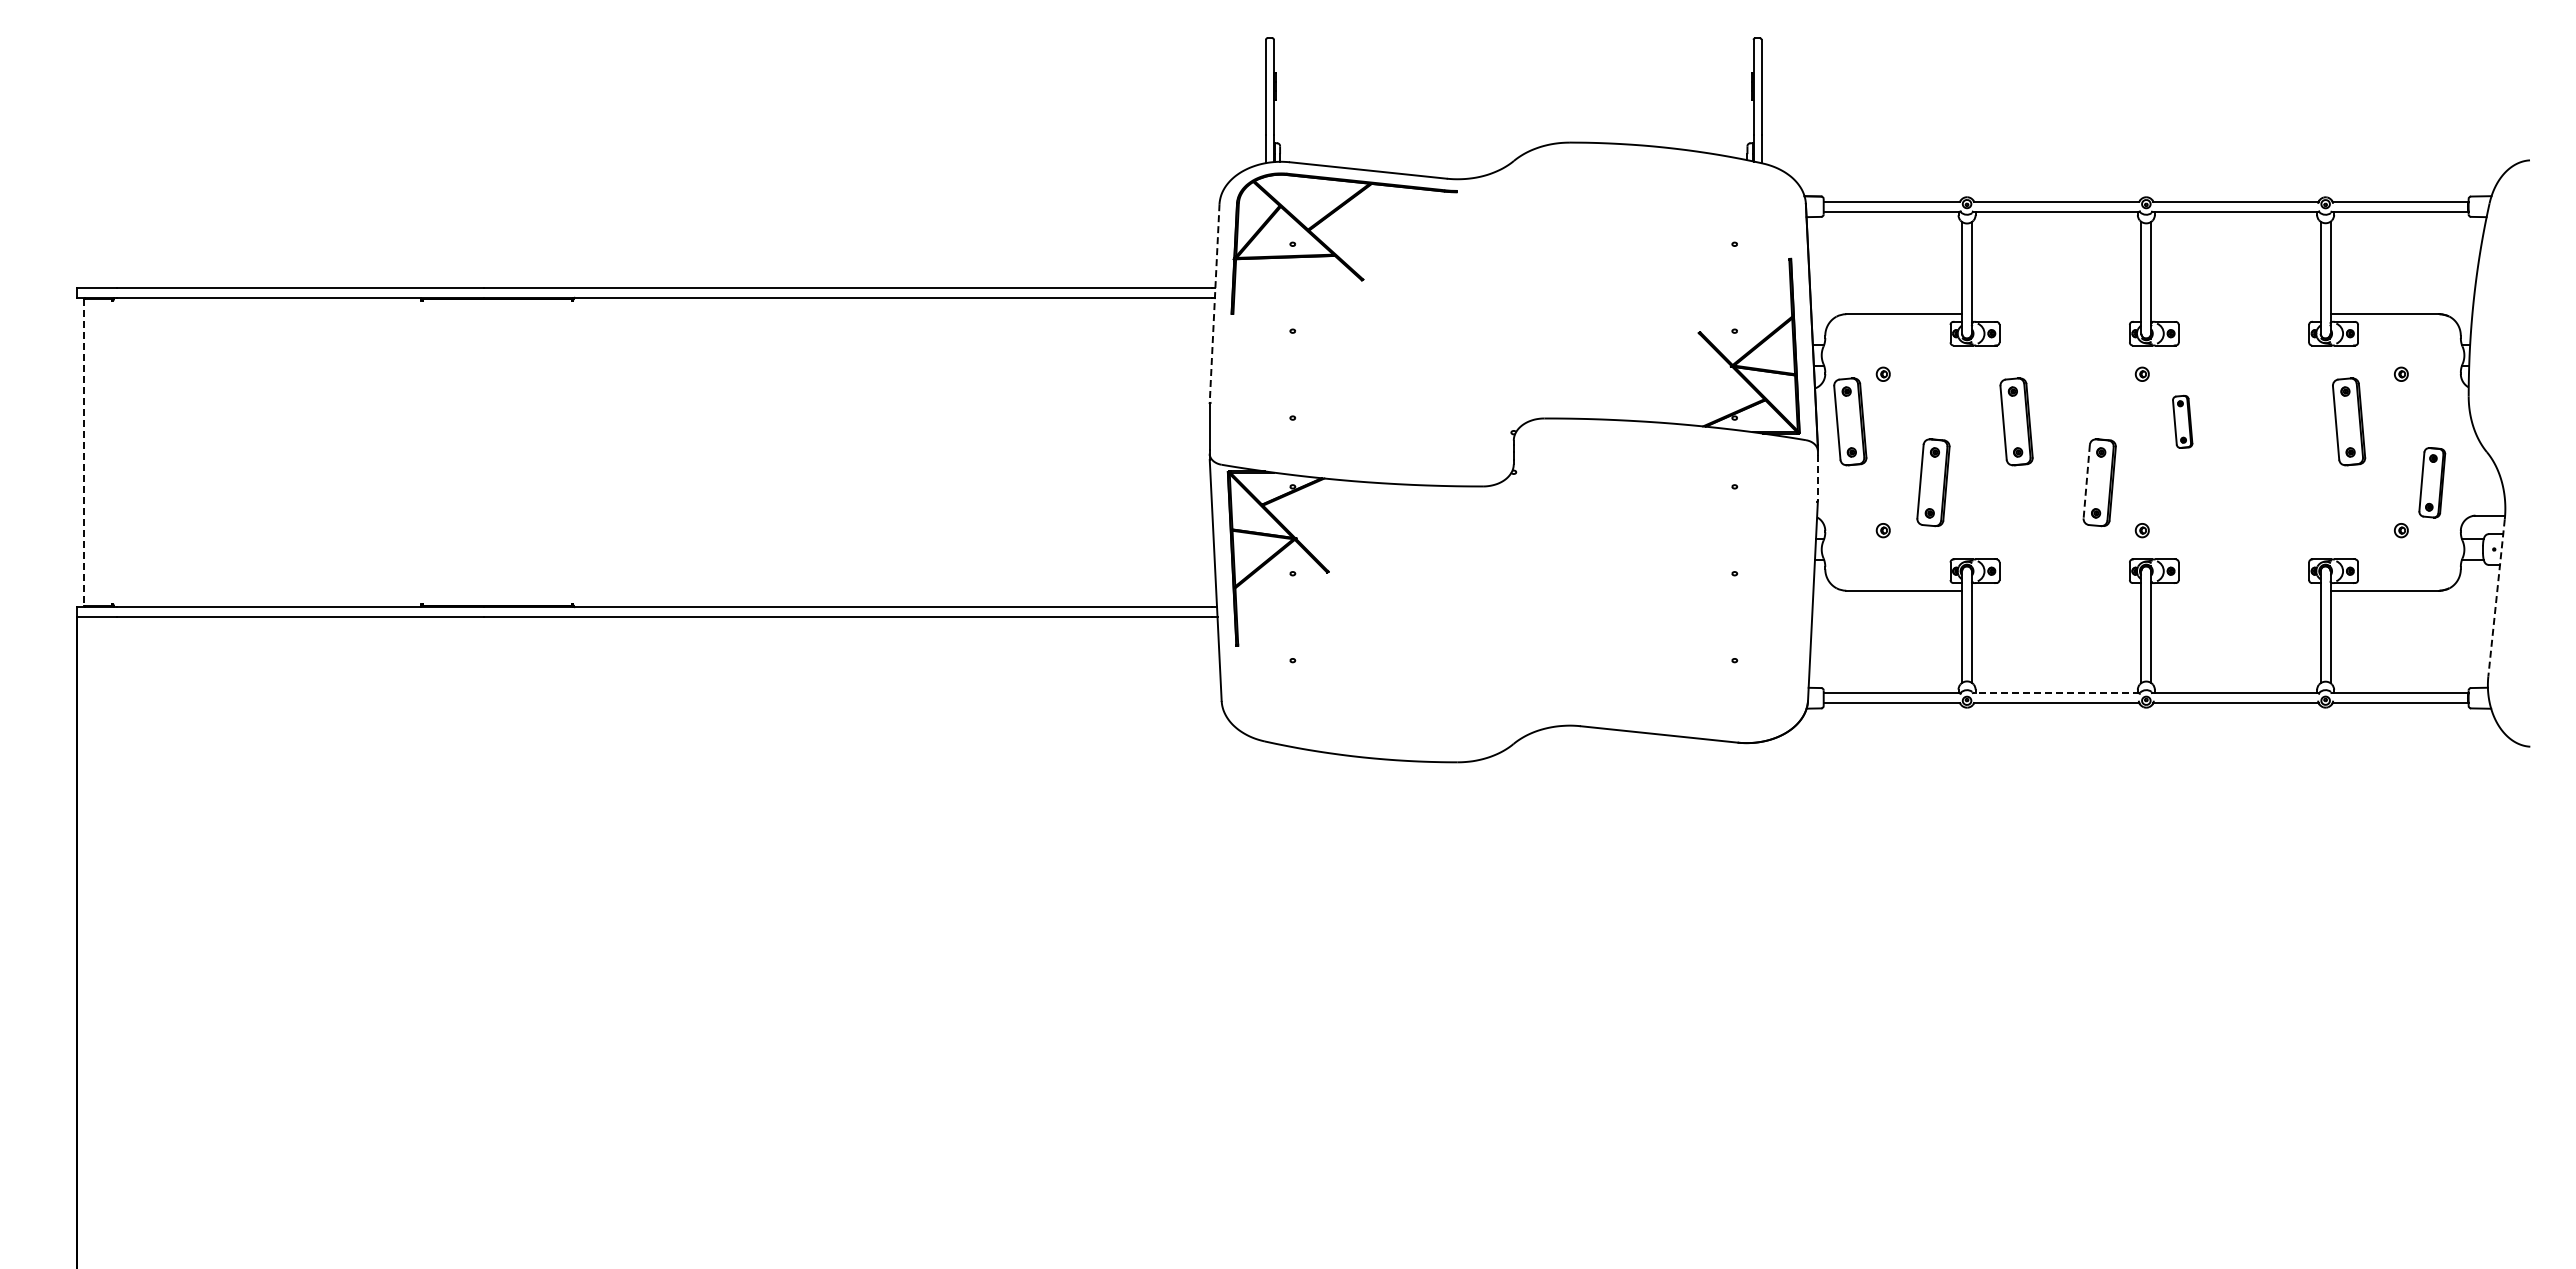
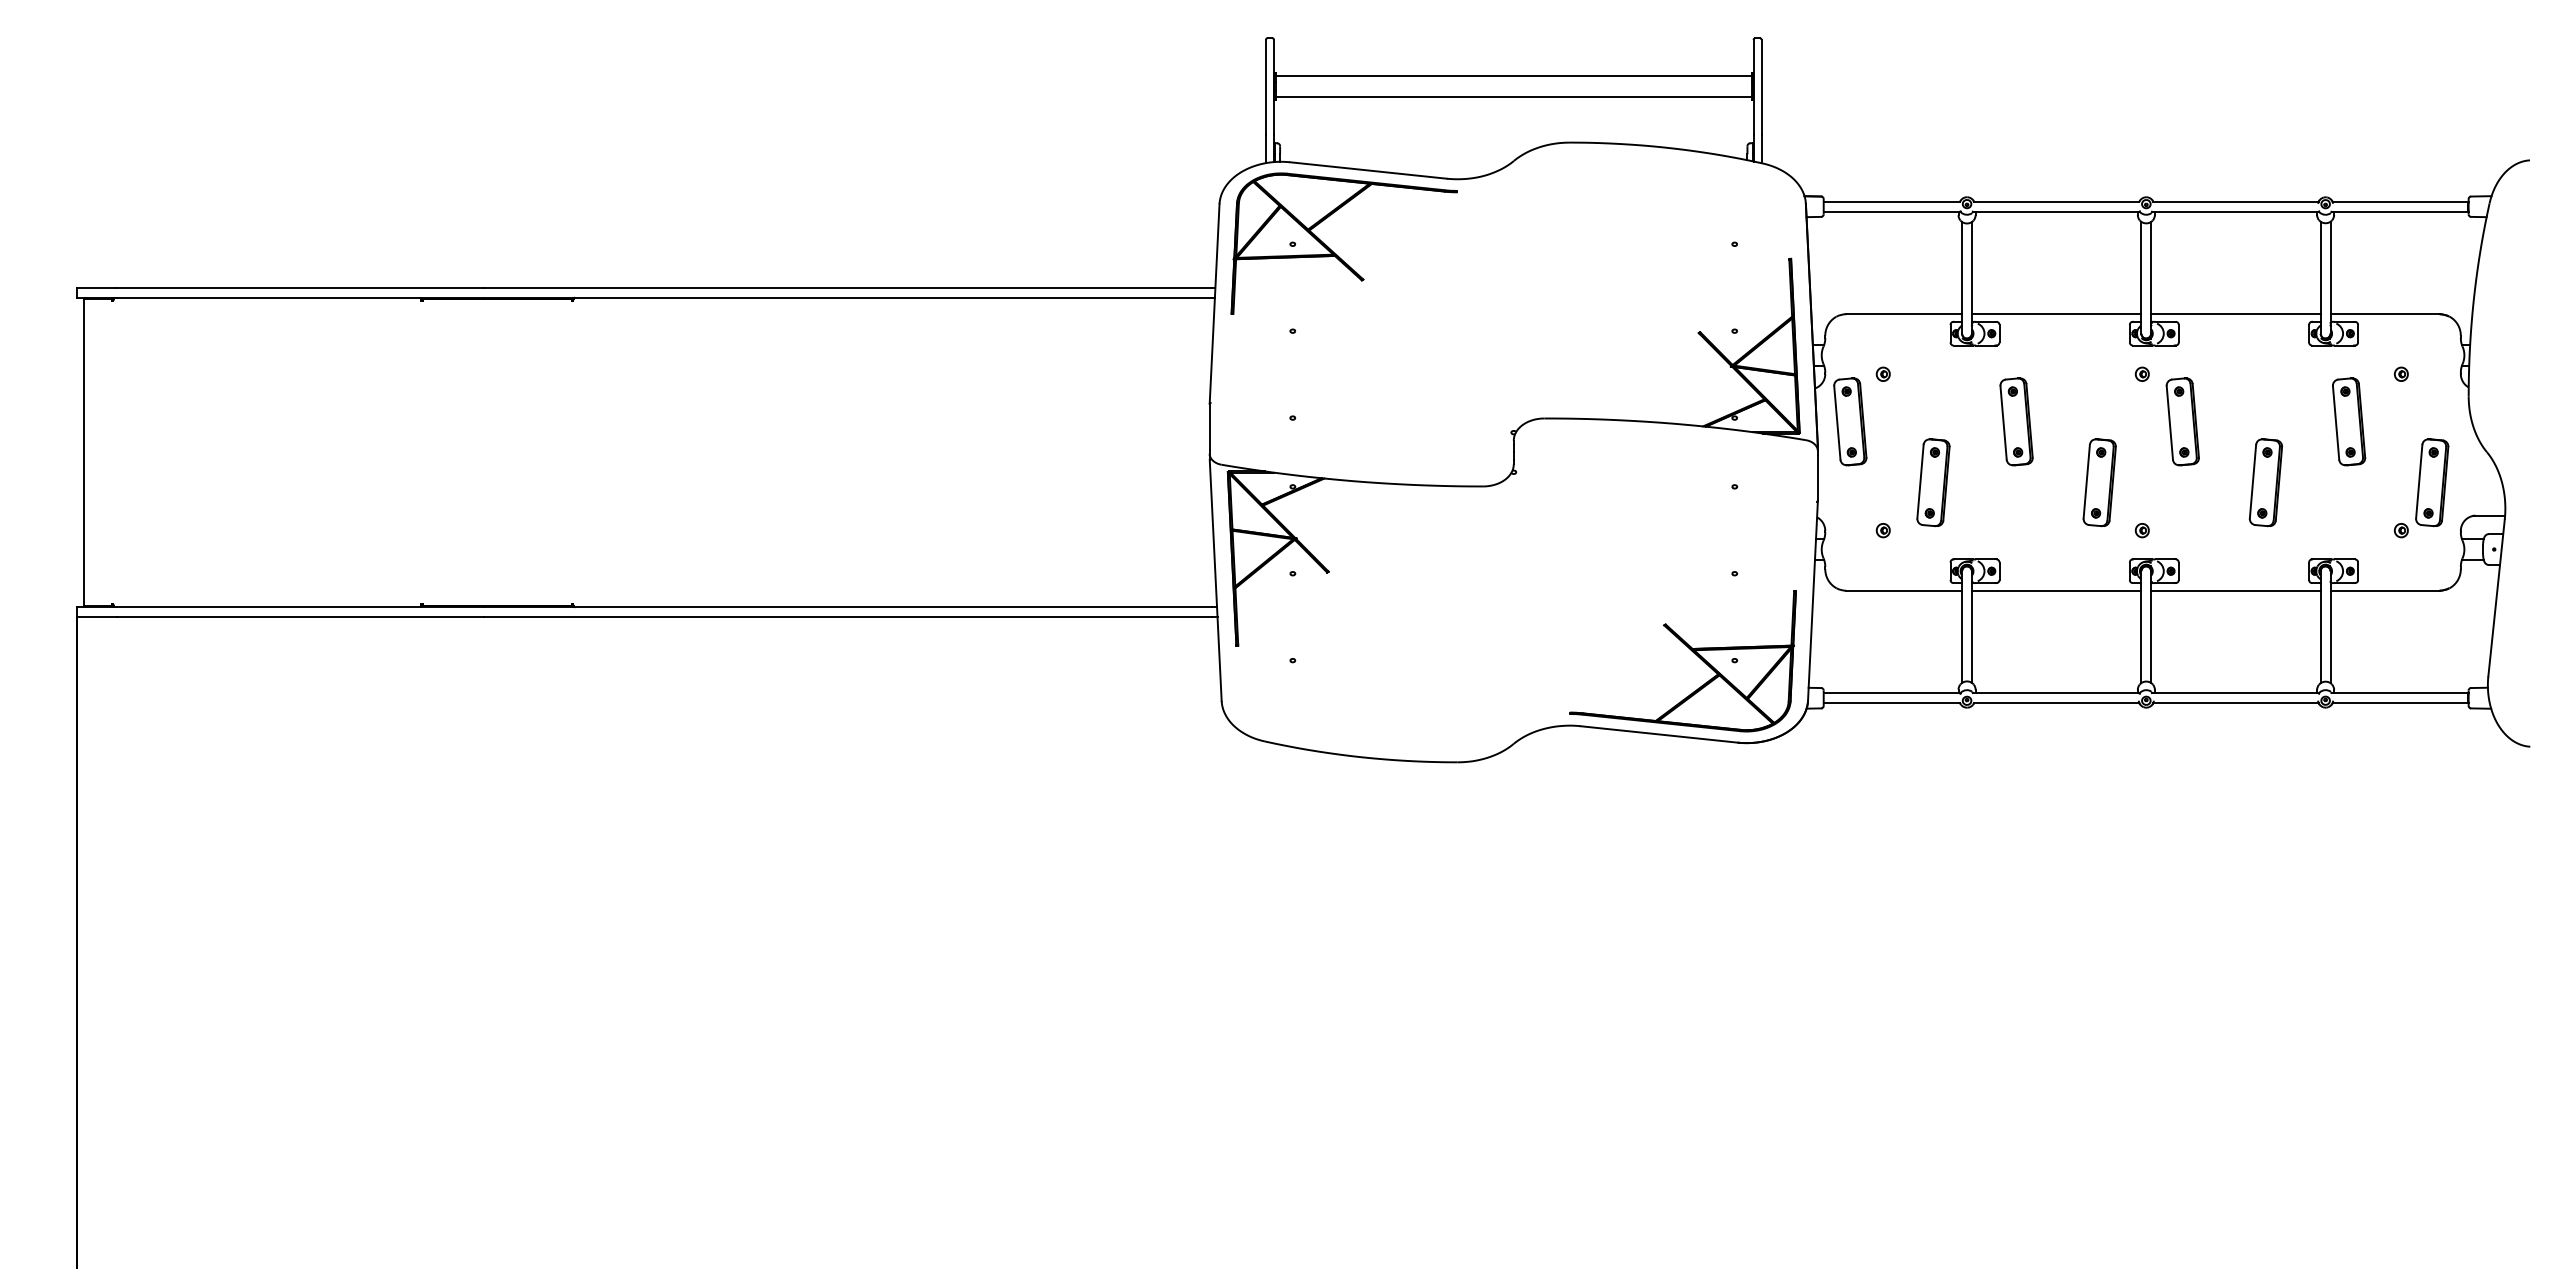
line at (1513, 76): none -> present
line at (1513, 96): none -> present
line at (1214, 304): dashed -> solid
line at (2056, 314): none -> present
line at (2235, 314): none -> present
part at (2182, 421) size: 22x55 px -> 35x90 px
line at (83, 452): dashed -> solid
line at (1817, 478): dashed -> solid
line at (2086, 481): dashed -> solid
part at (2265, 482): none -> present
part at (2432, 482) size: 29x72 px -> 35x90 px
line at (2056, 590): none -> present
line at (2235, 590): none -> present
line at (2496, 597): dashed -> solid
part at (1691, 651): none -> present
line at (2056, 693): dashed -> solid
